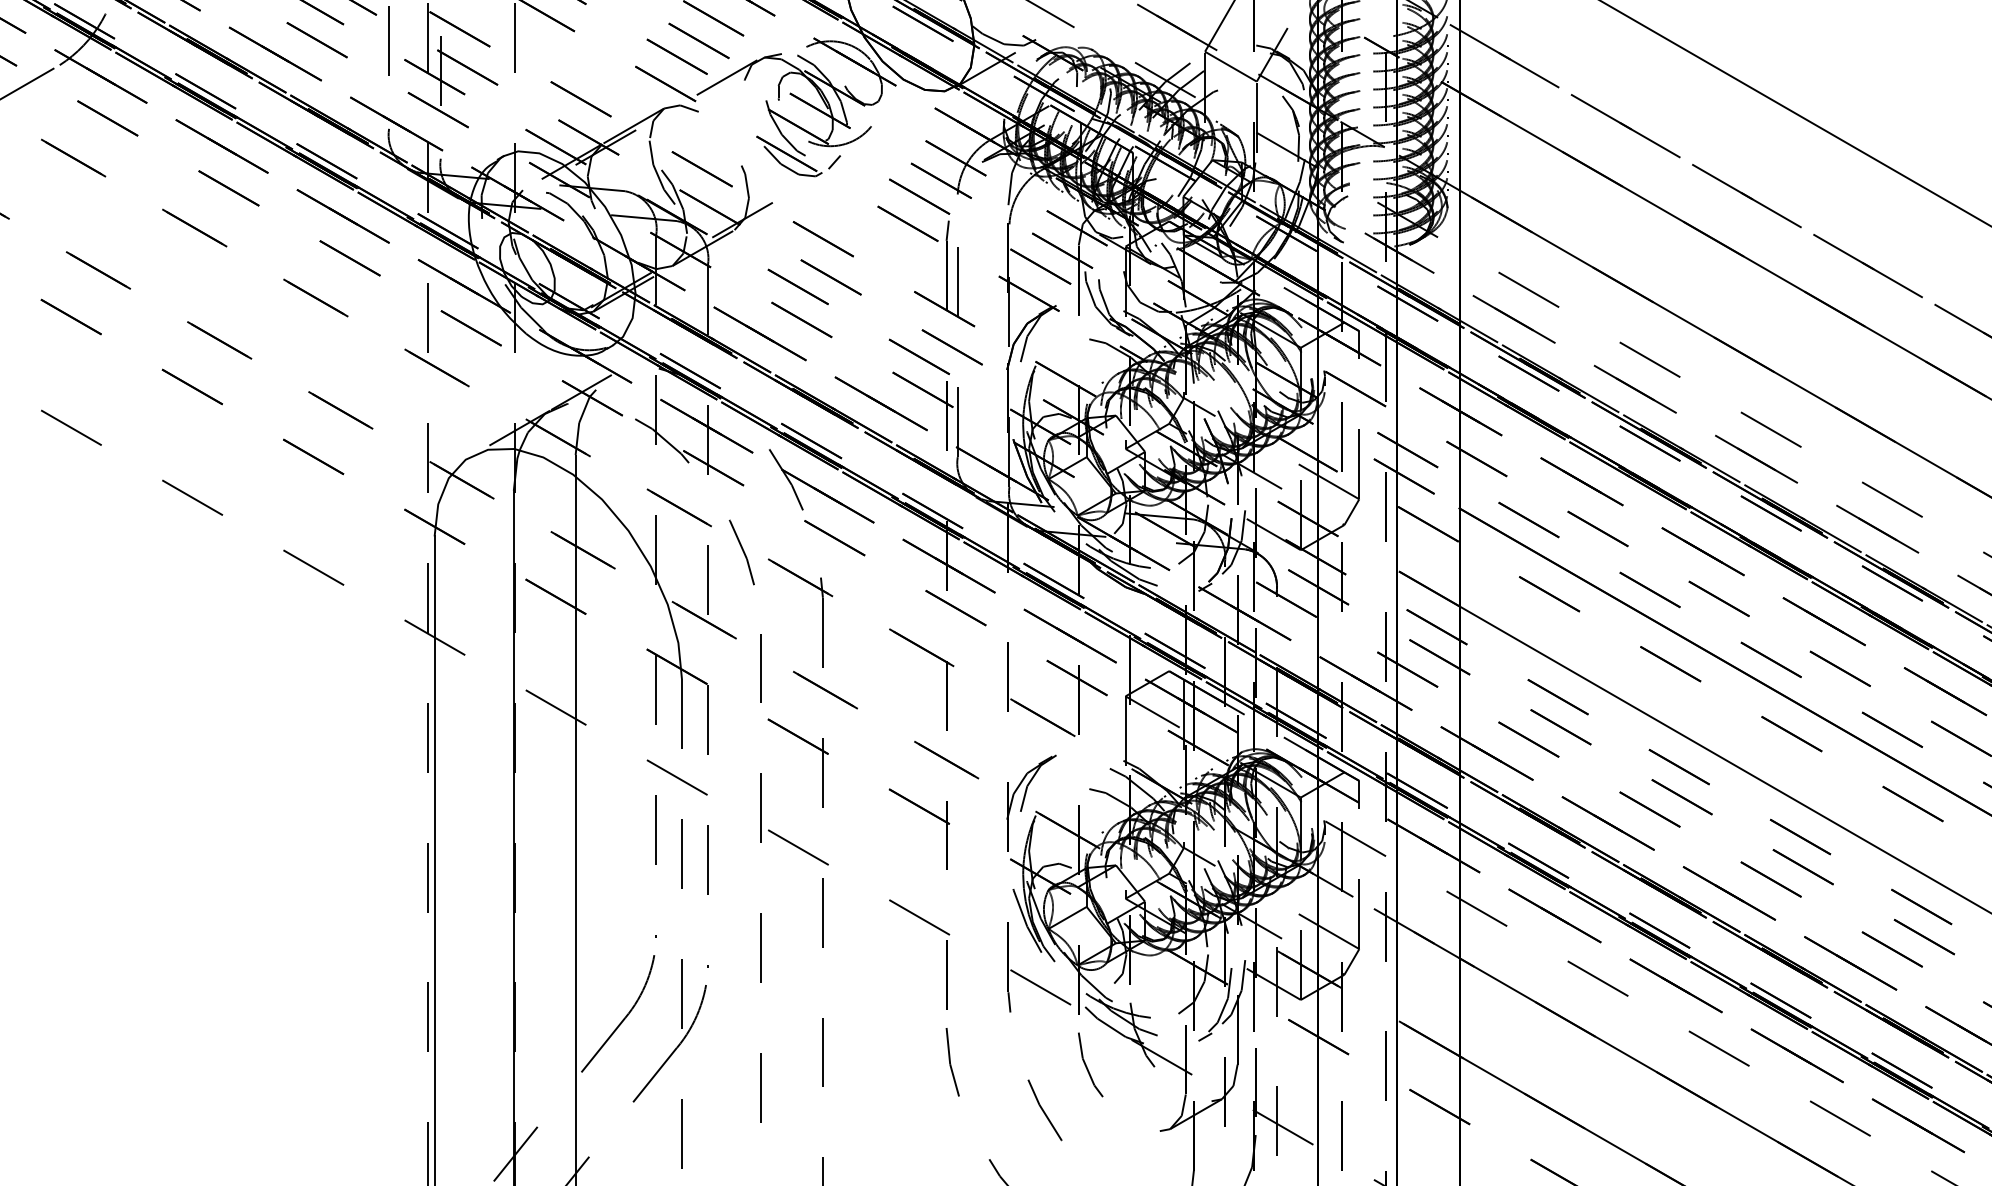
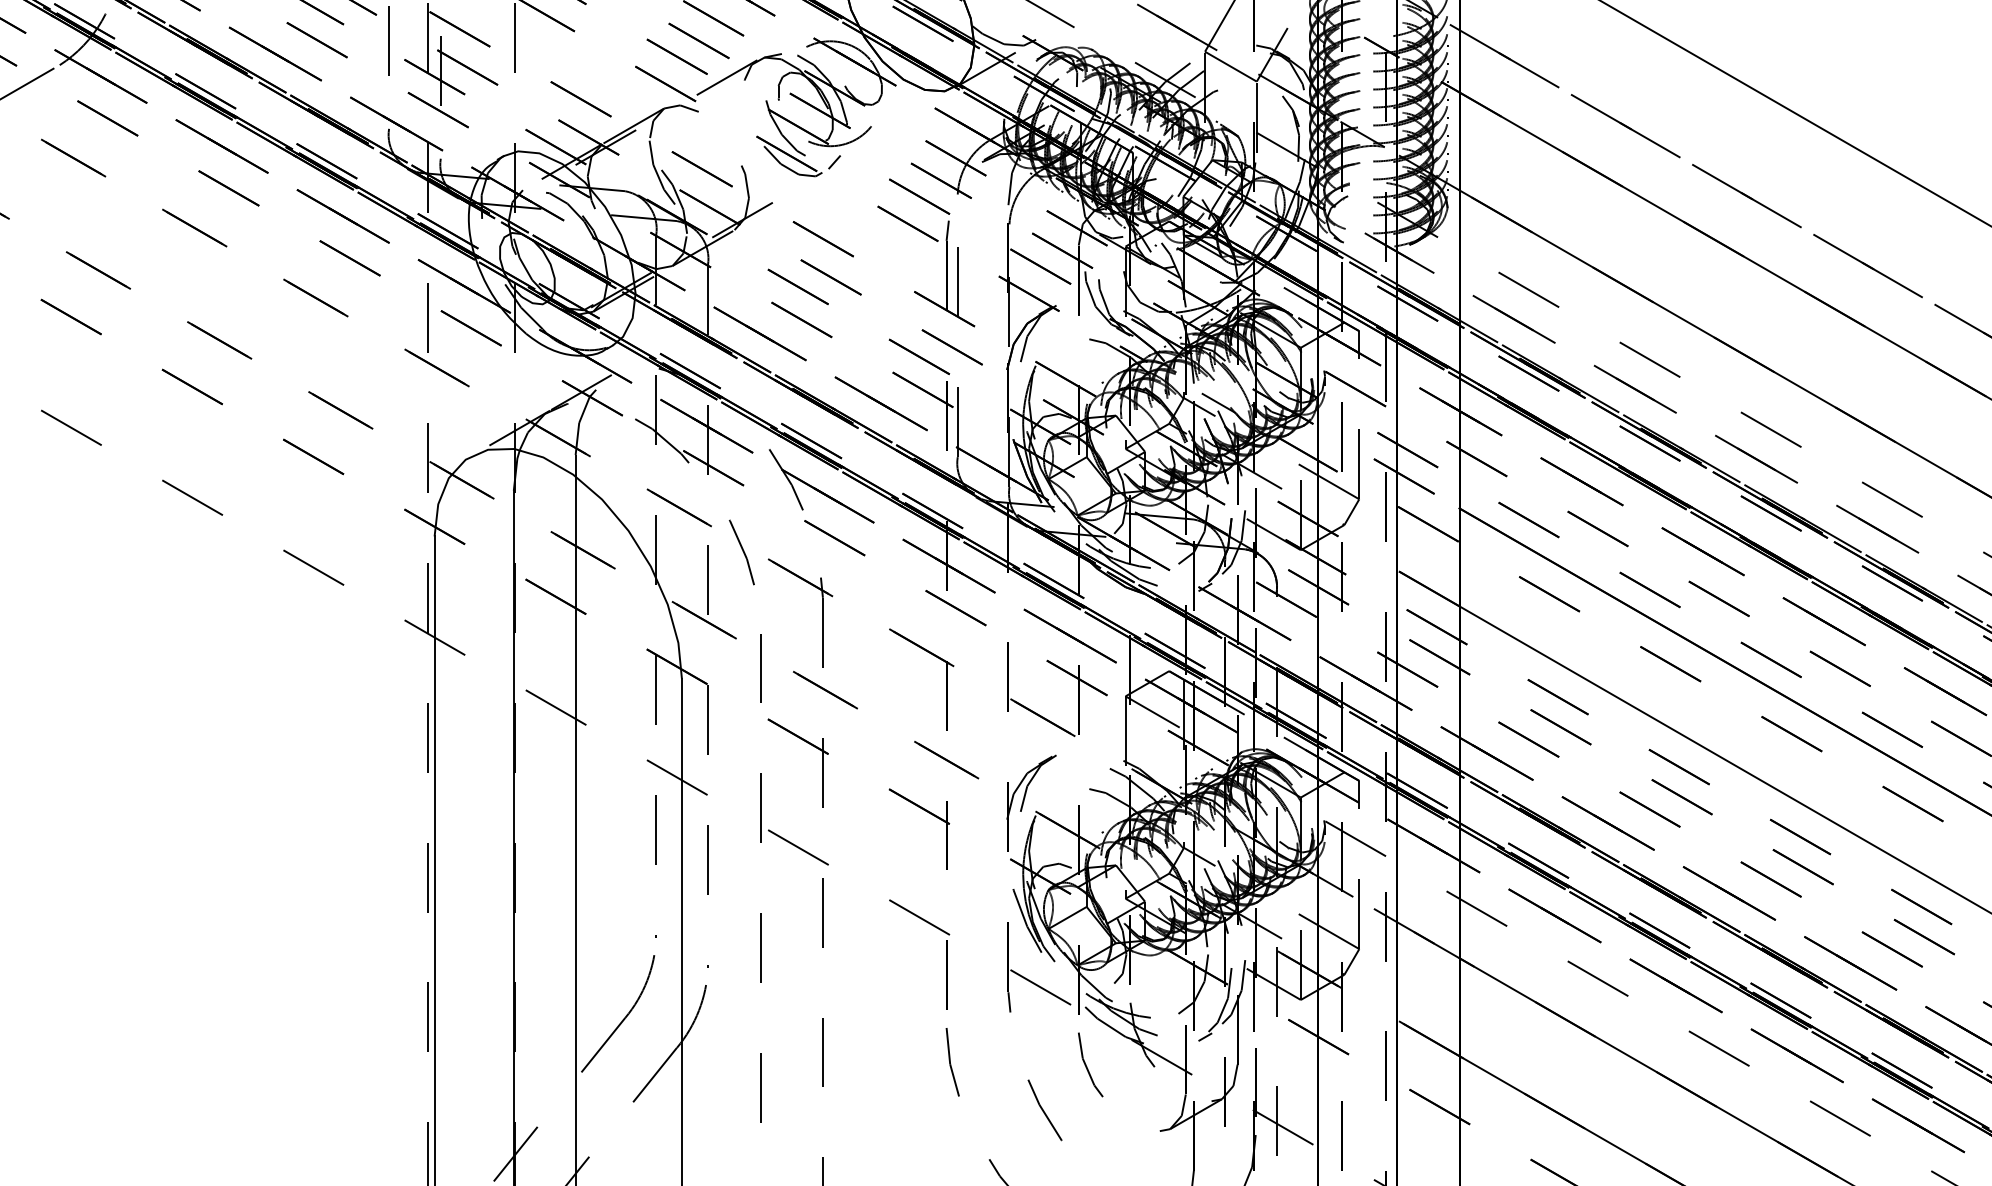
line at (1218, 403): none -> present
line at (681, 932): dashed -> solid
